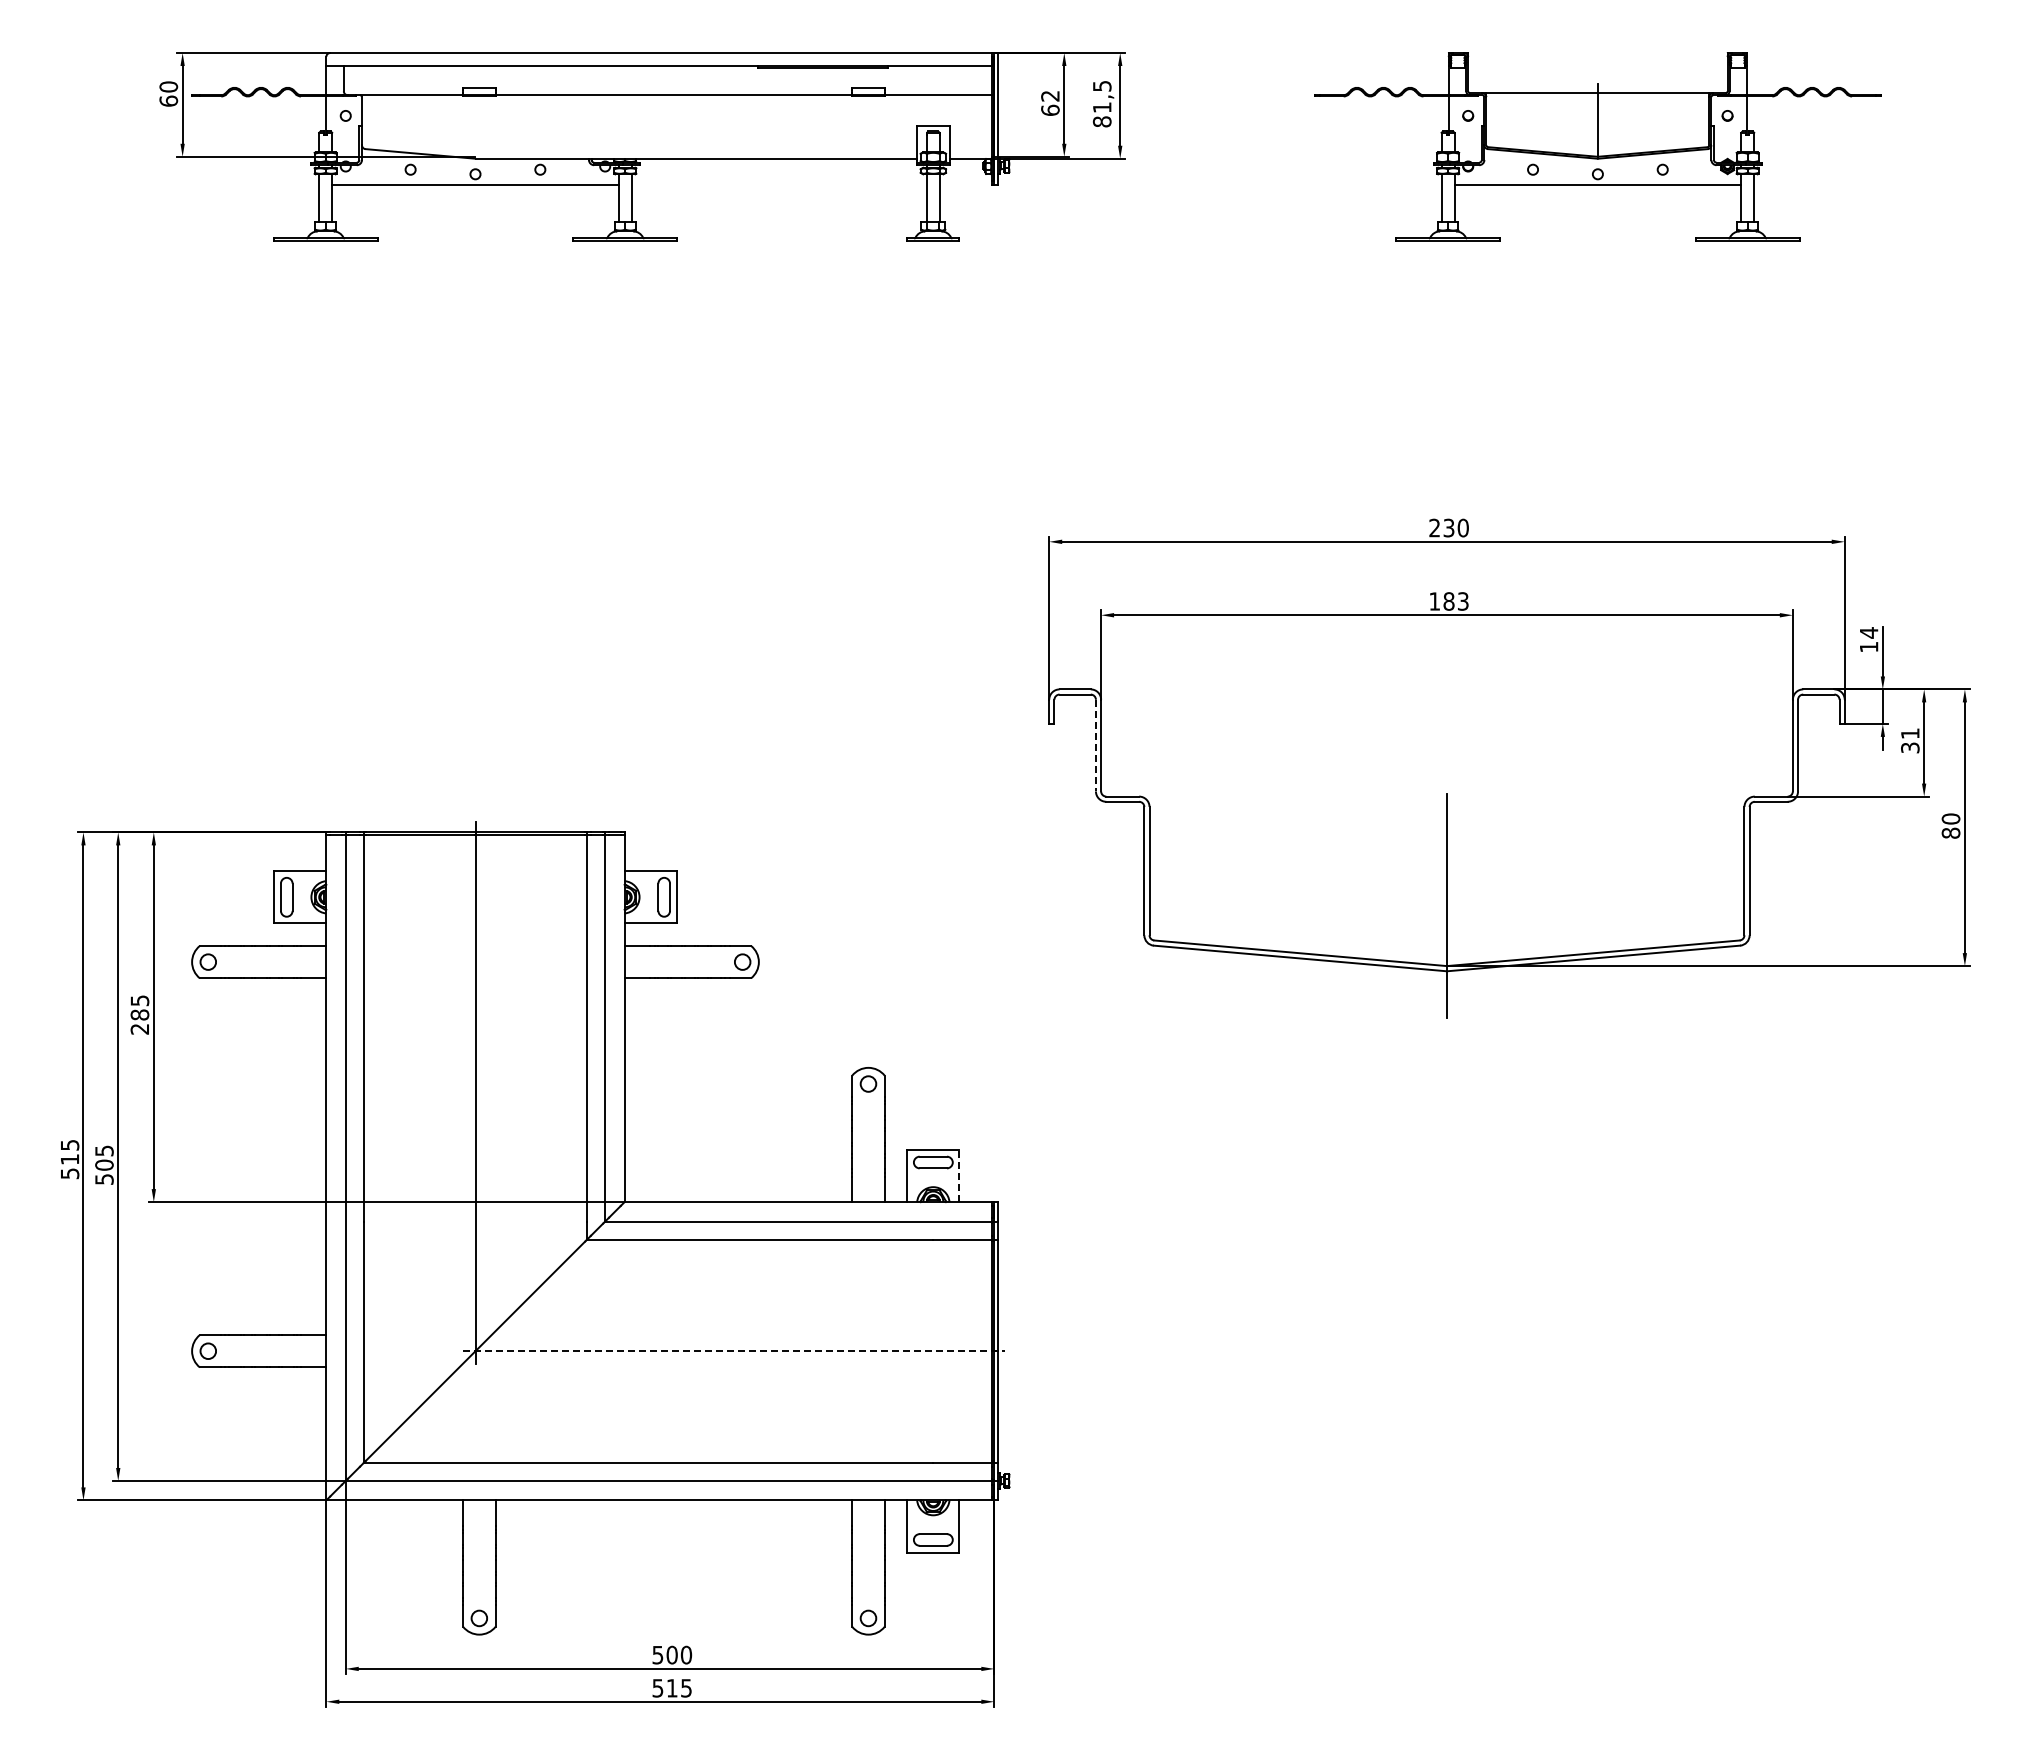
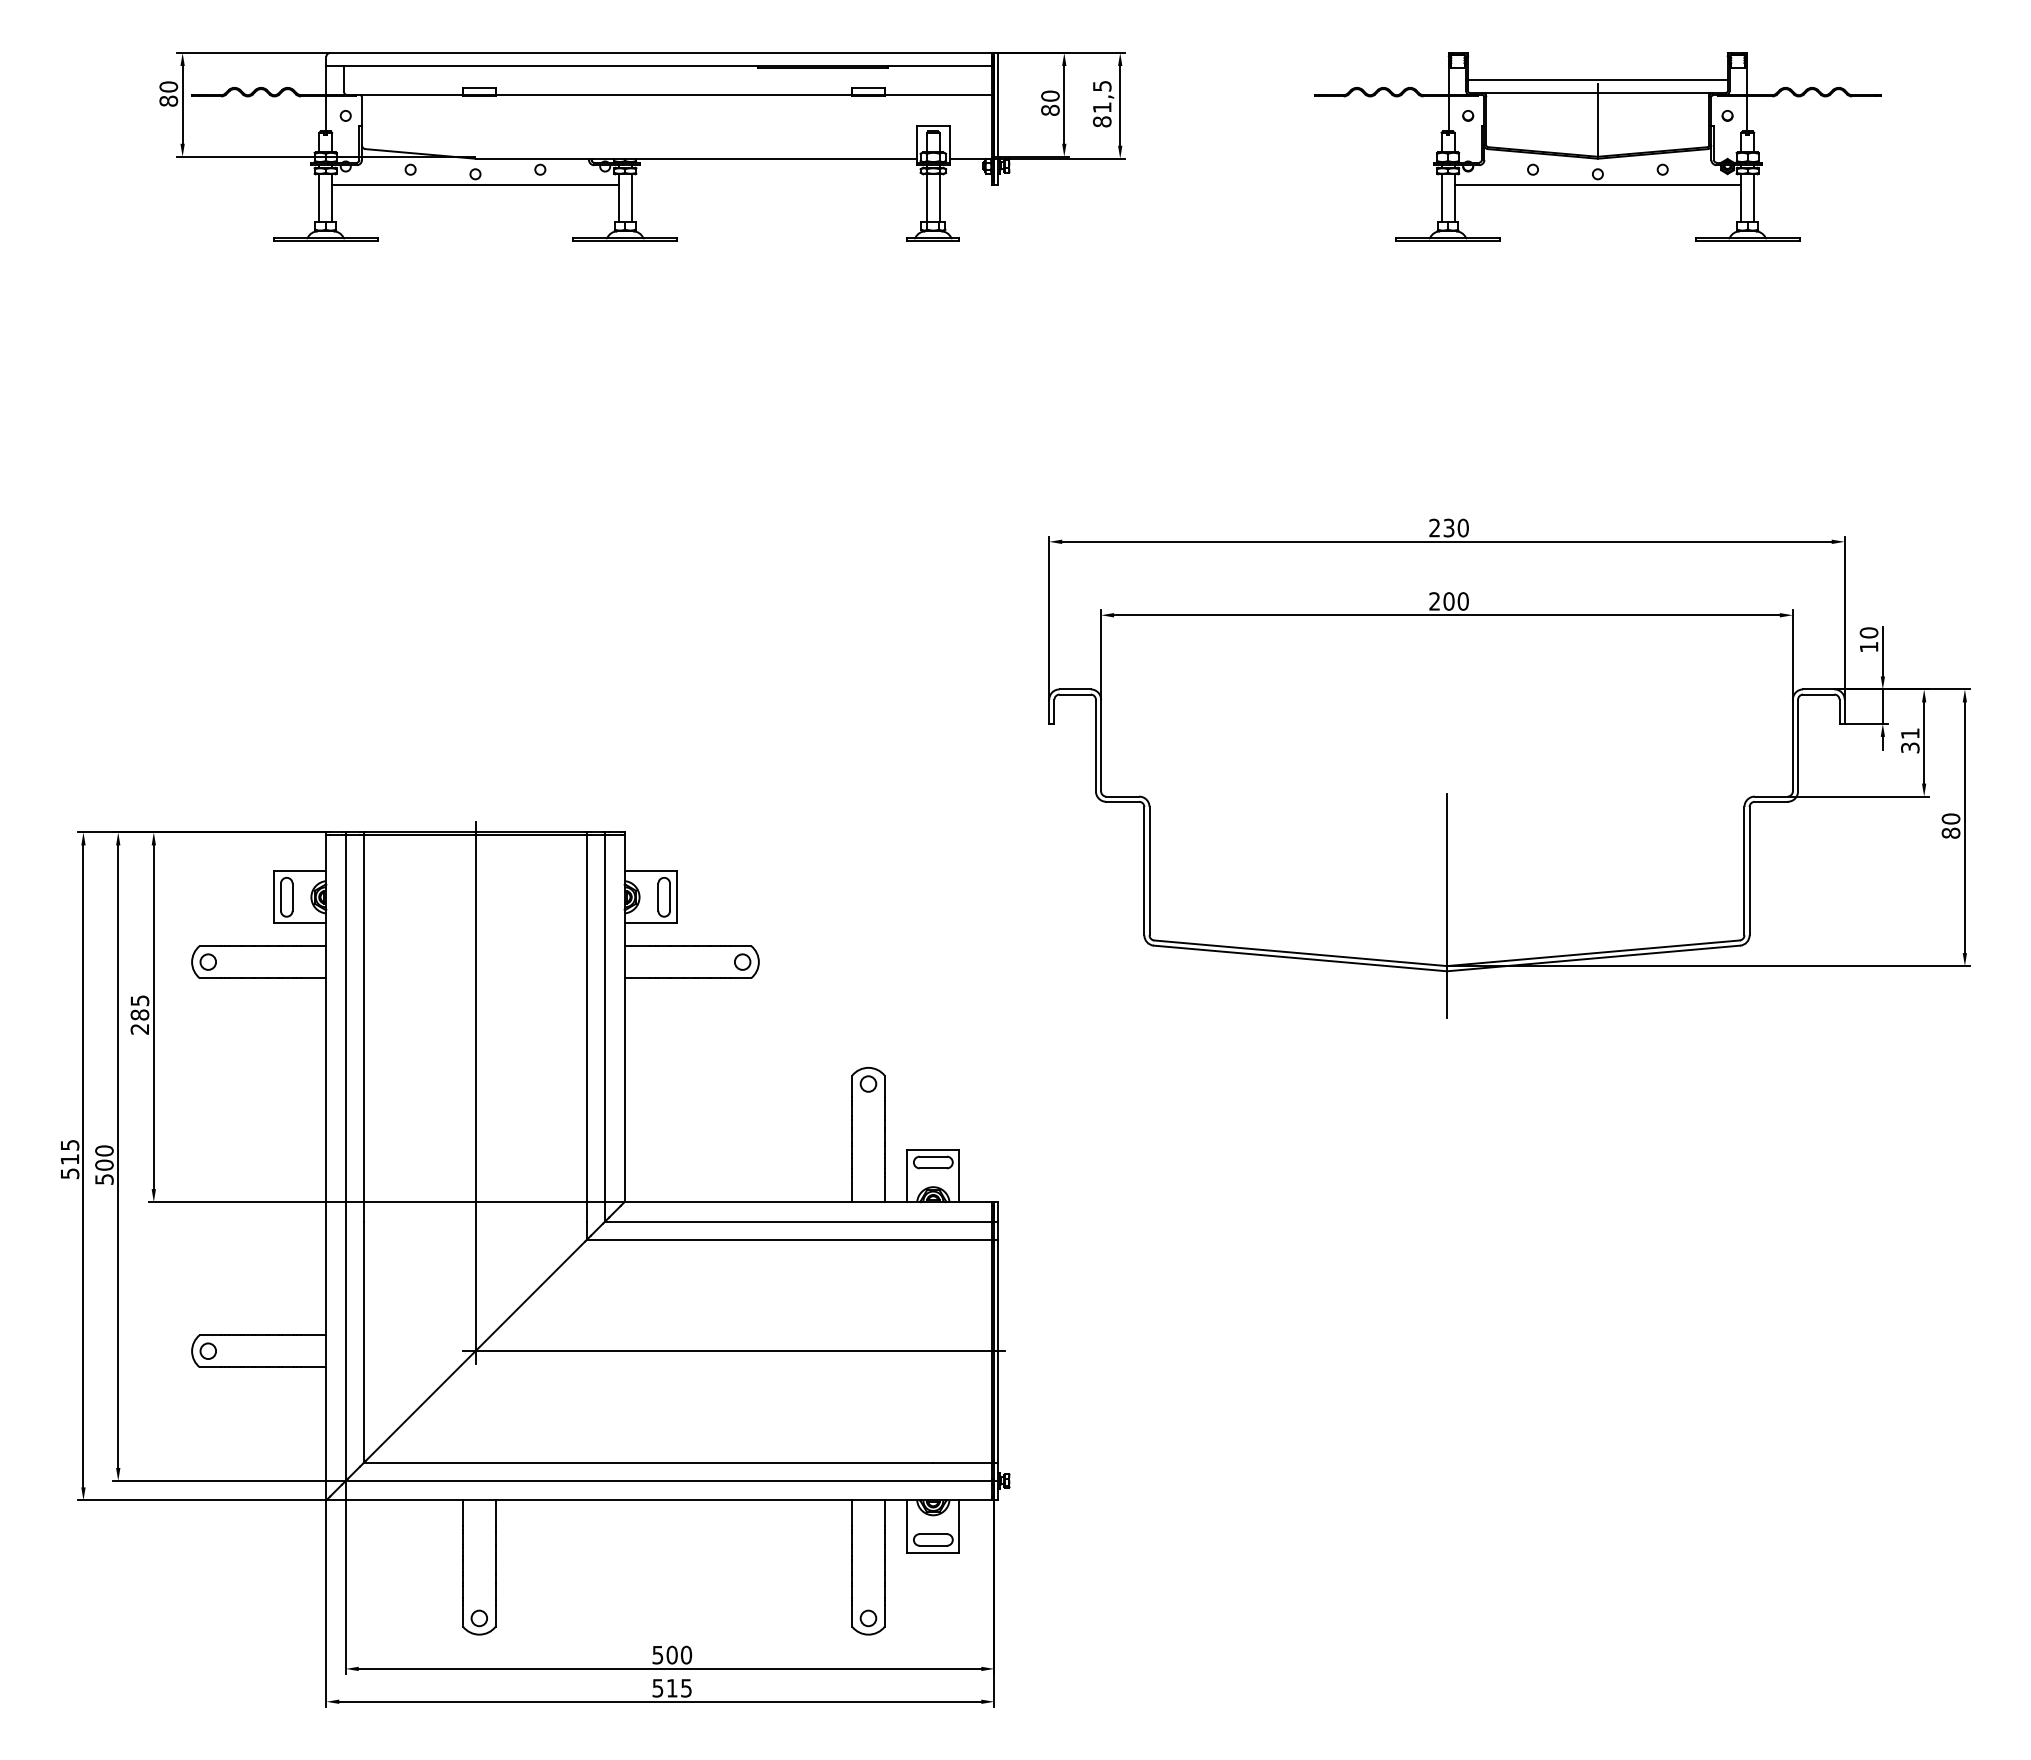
line at (1597, 80): none -> present
text at (168, 100): 60 -> 80
text at (1050, 102): 62 -> 80
text at (1448, 601): 183 -> 200
text at (1868, 632): 14 -> 10
line at (1095, 745): dashed -> solid
text at (104, 1150): 505 -> 500
line at (959, 1175): dashed -> solid
line at (734, 1351): dashed -> solid
